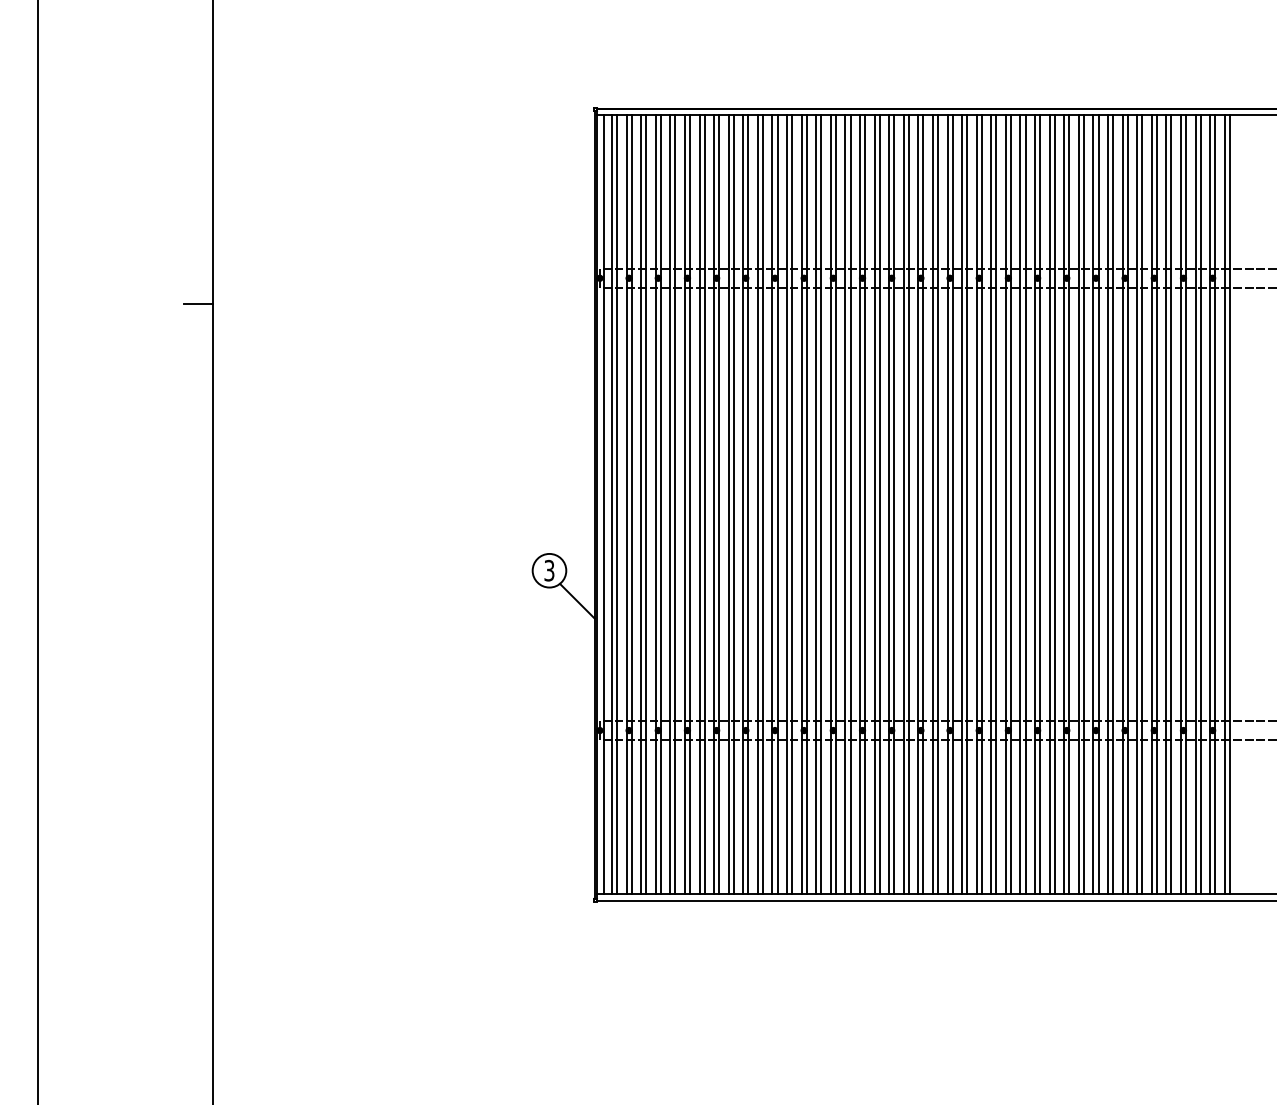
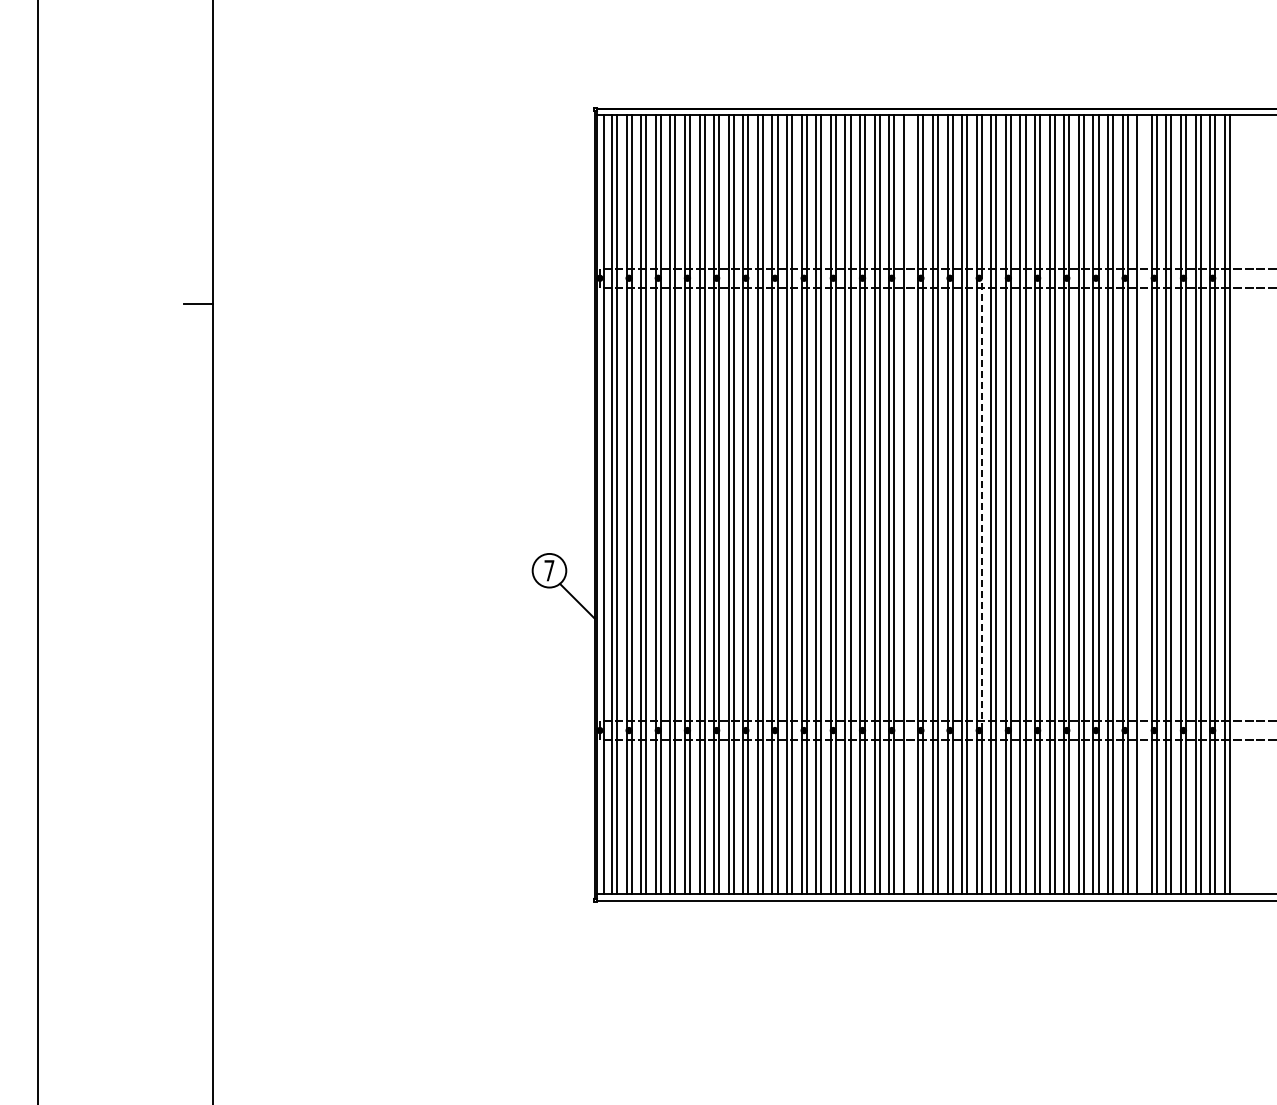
line at (981, 503): solid -> dashed
line at (908, 504): present -> none
line at (1142, 504): present -> none
text at (549, 570): 3 -> 7
